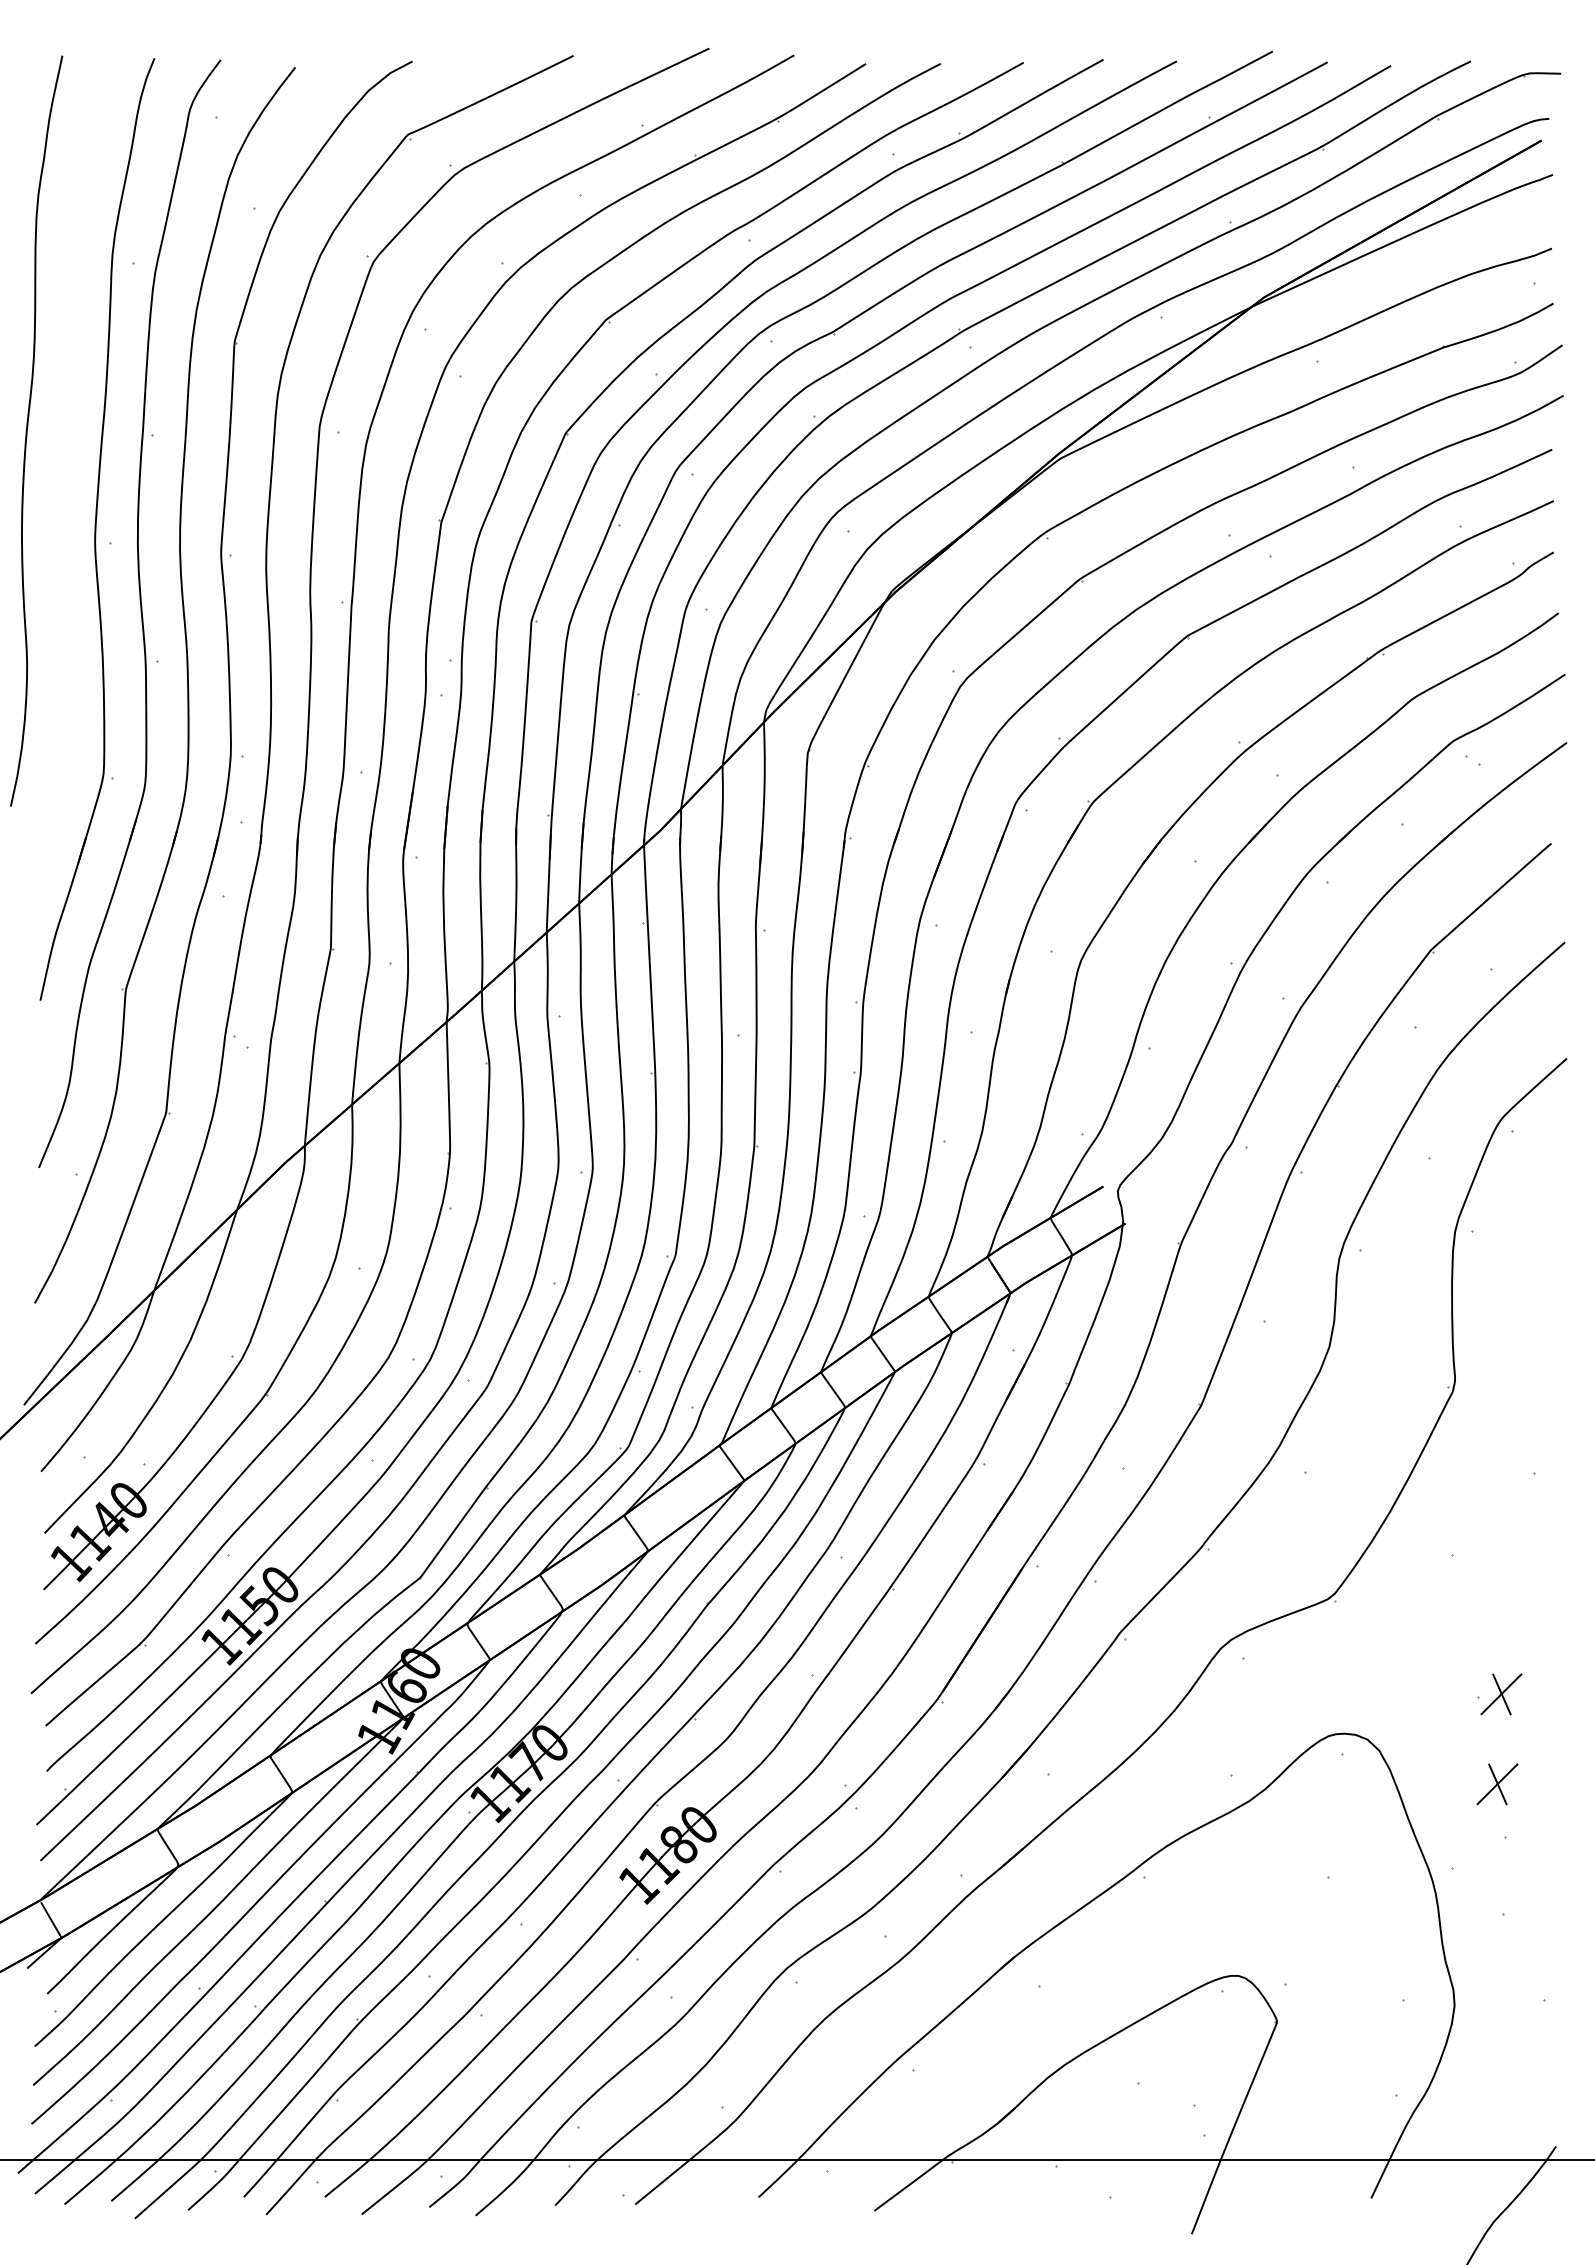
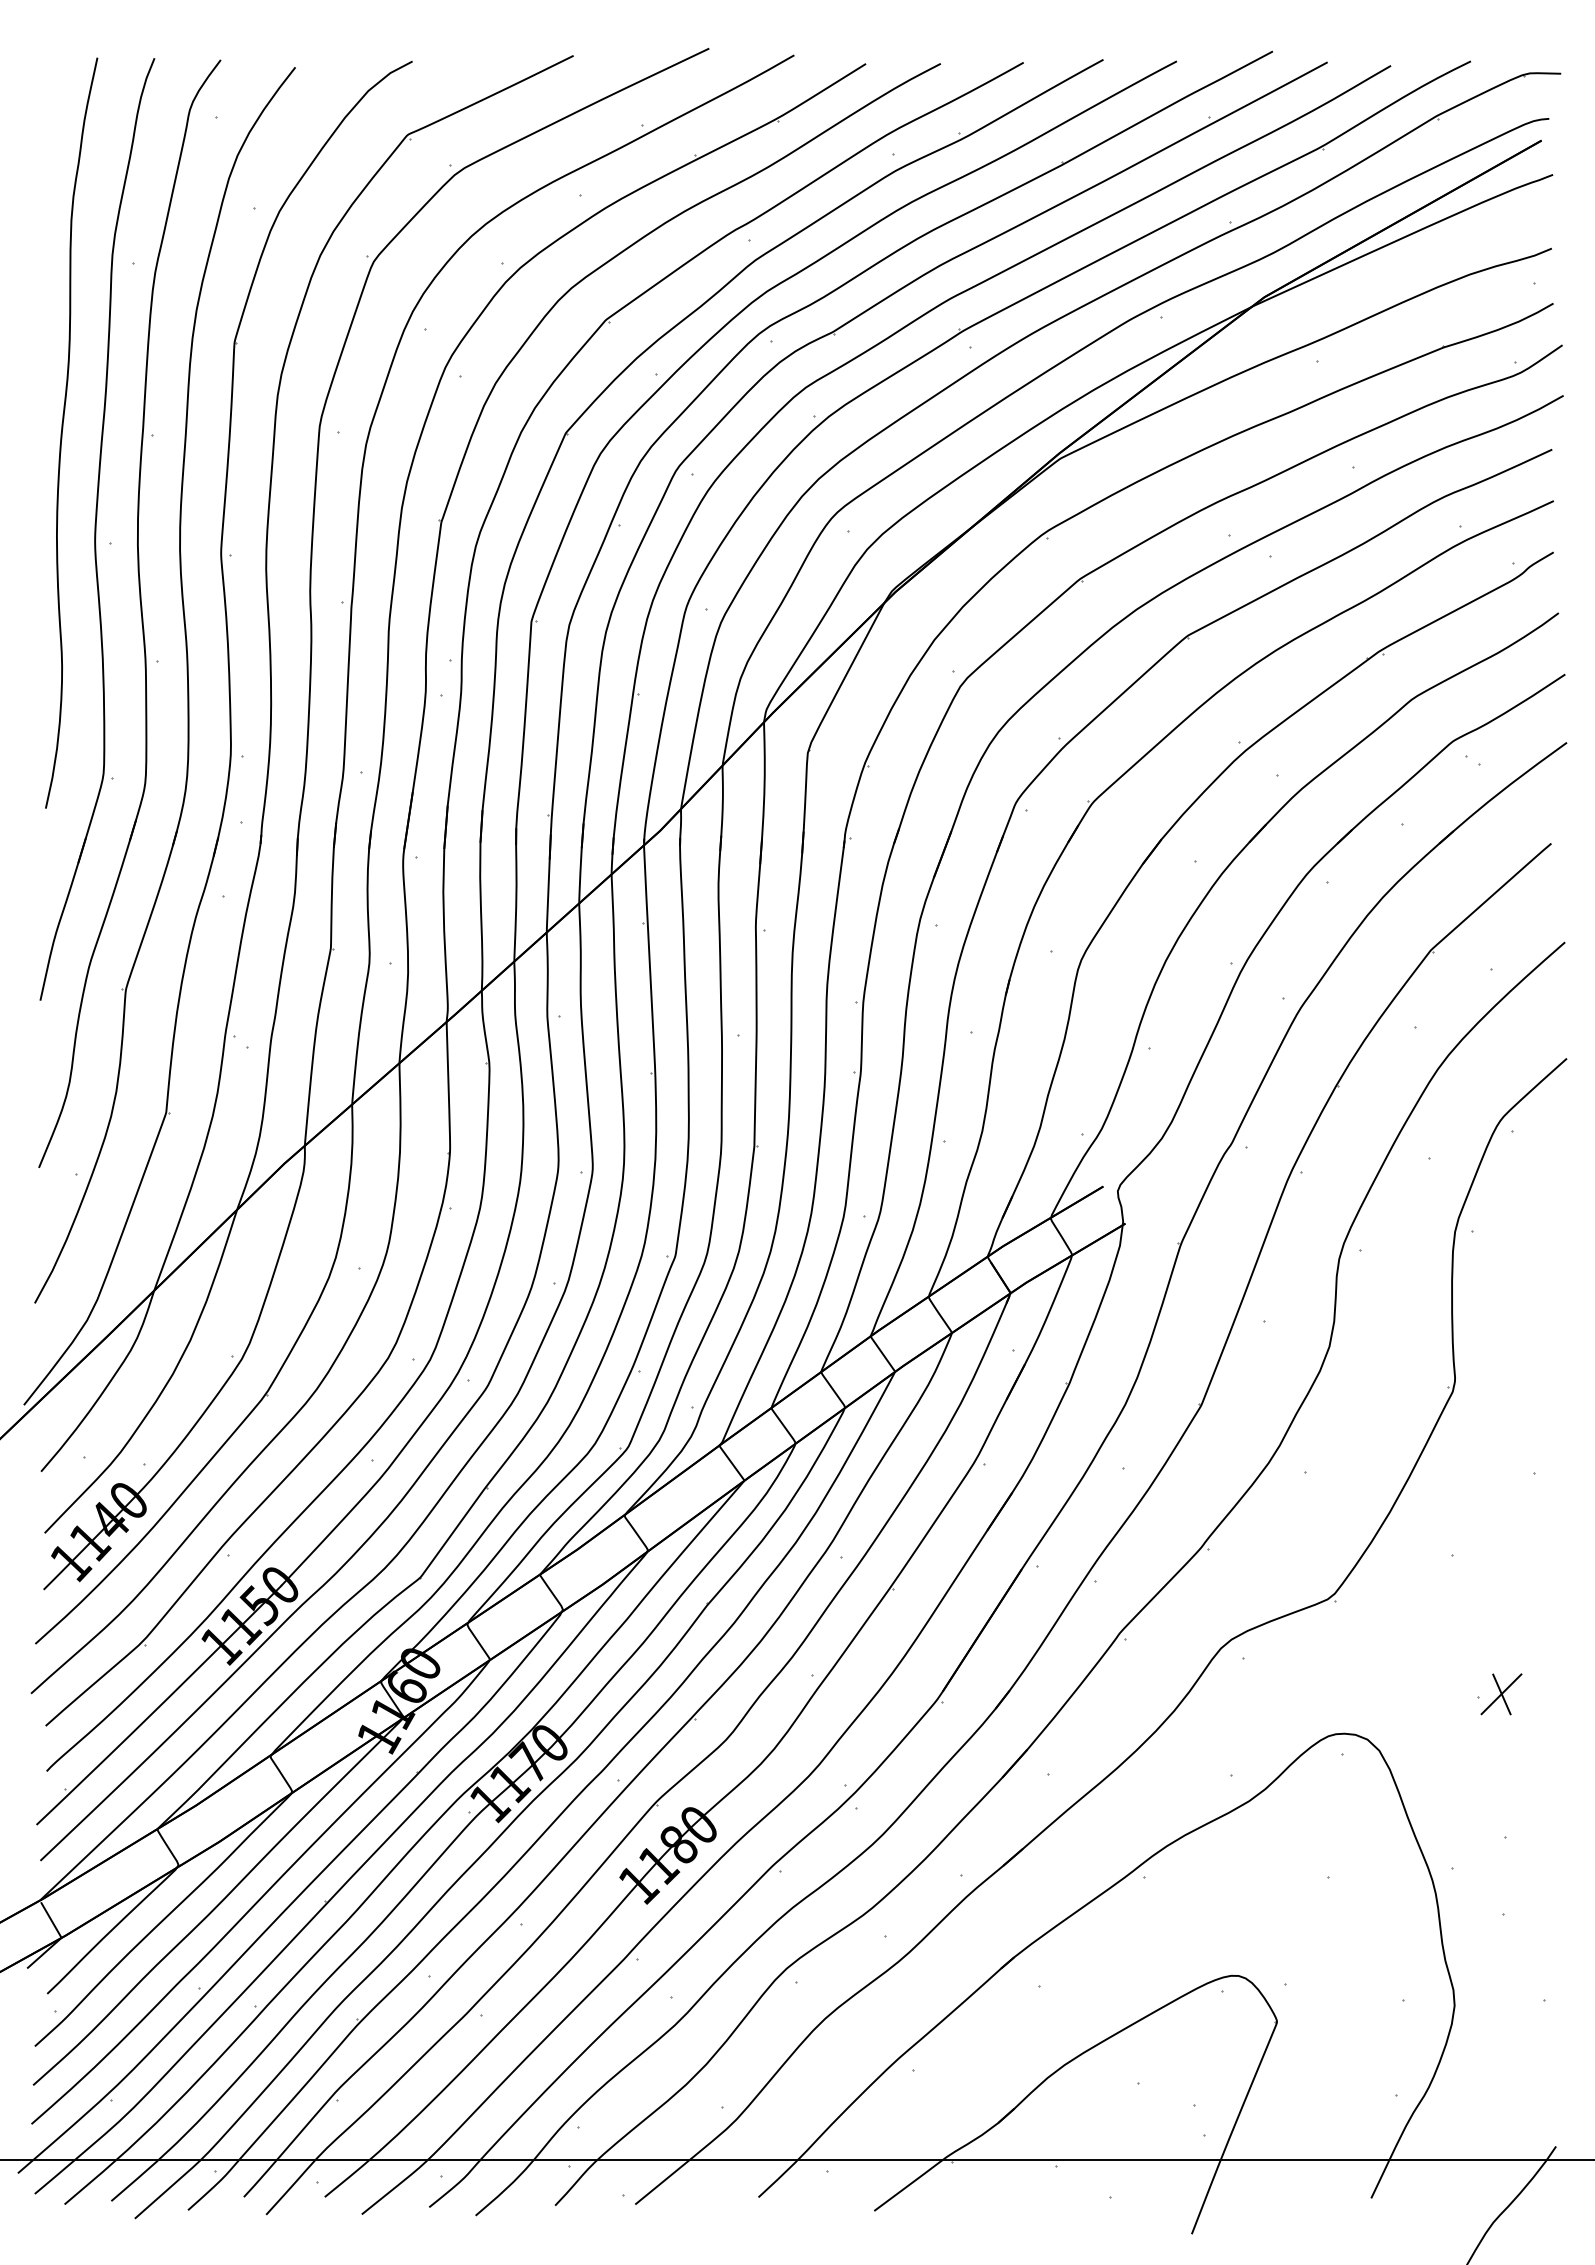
curve at (28, 426) position: (28, 426) -> (63, 428)
part at (1497, 1784): present -> none
